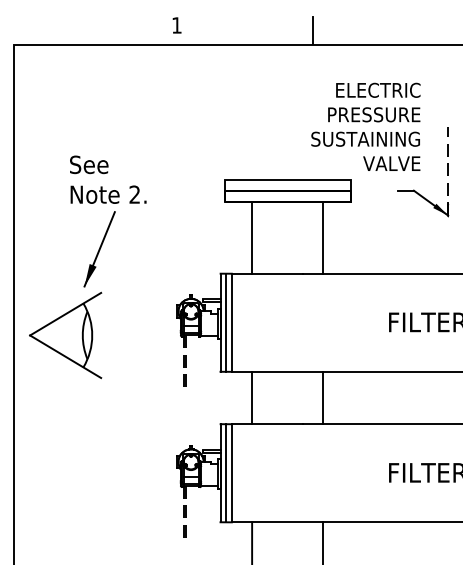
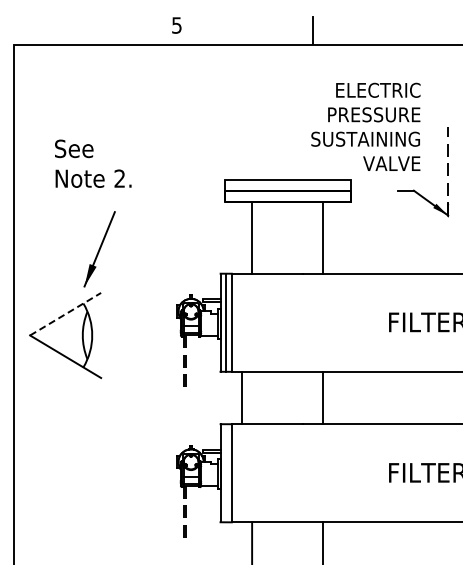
text at (176, 25): 1 -> 5
text at (108, 179) position: (108, 179) -> (93, 163)
line at (66, 313): solid -> dashed
line at (252, 397) position: (252, 397) -> (242, 397)
line at (226, 473): present -> none
